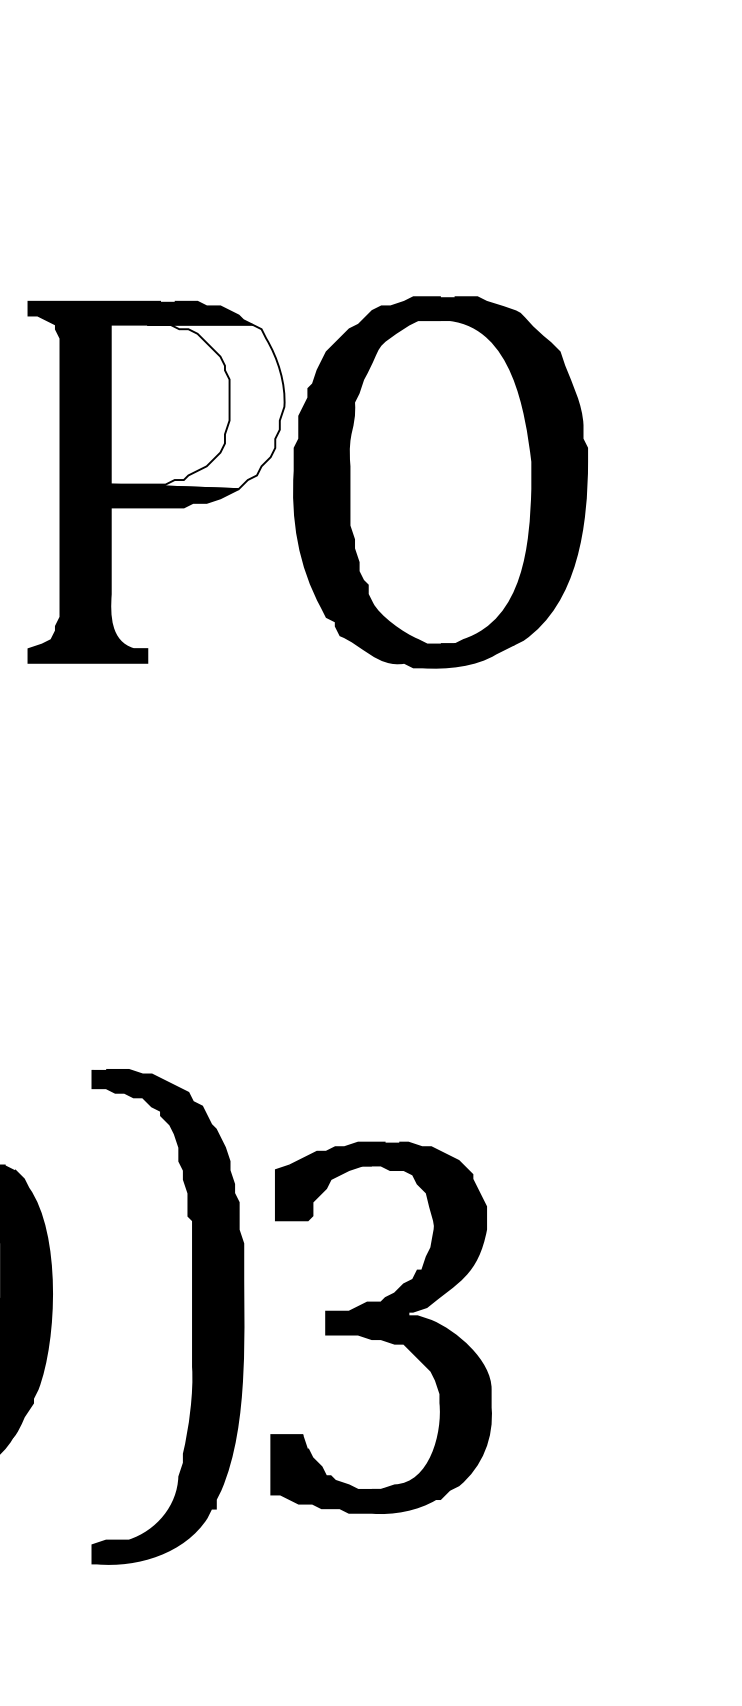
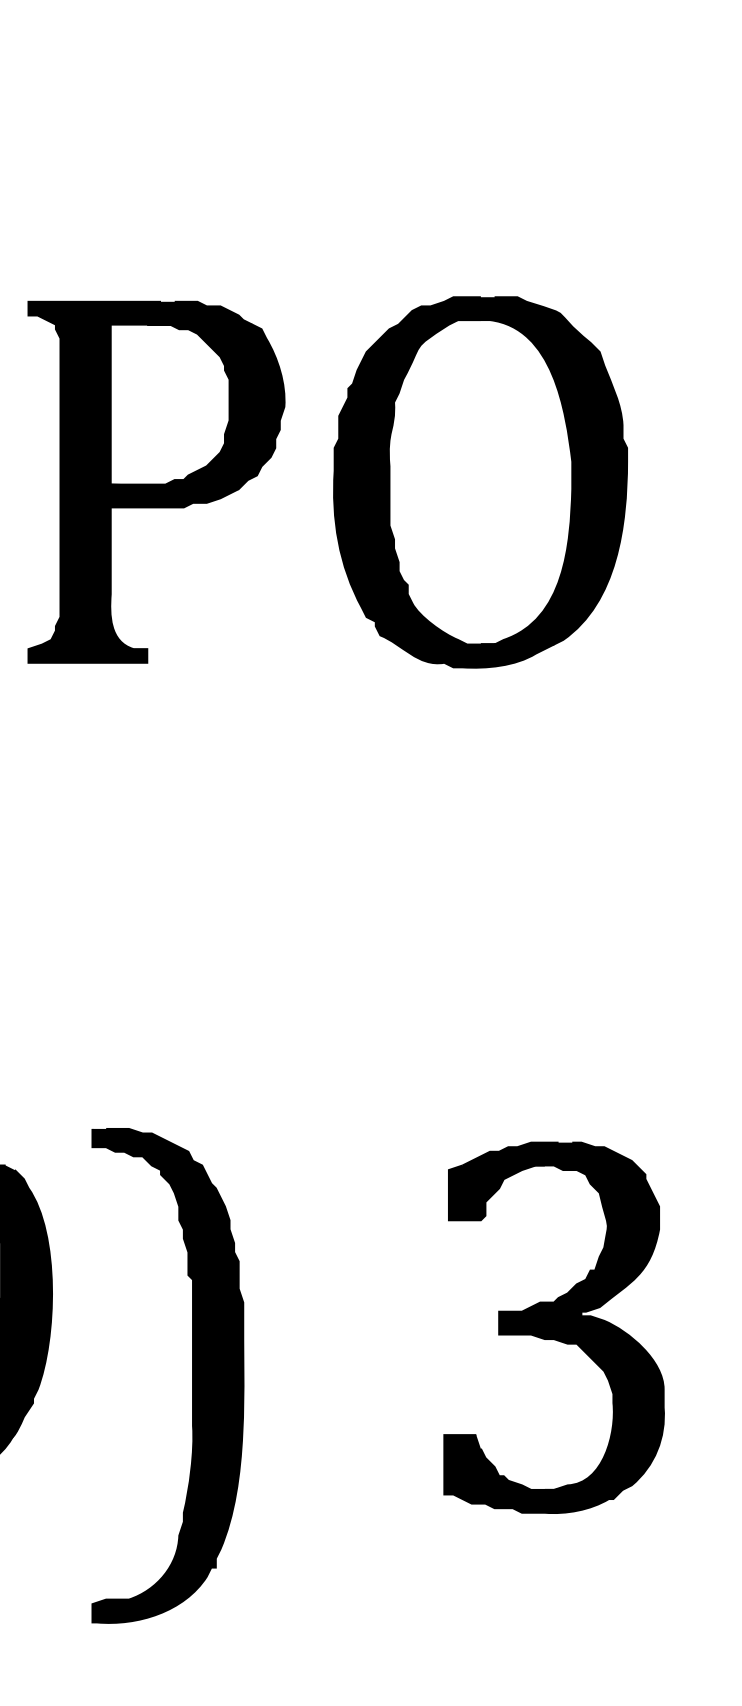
fill at (197, 406): none -> present
part at (440, 482) position: (440, 482) -> (480, 482)
part at (192, 1316) position: (192, 1316) -> (192, 1375)
part at (380, 1327) position: (380, 1327) -> (553, 1327)
